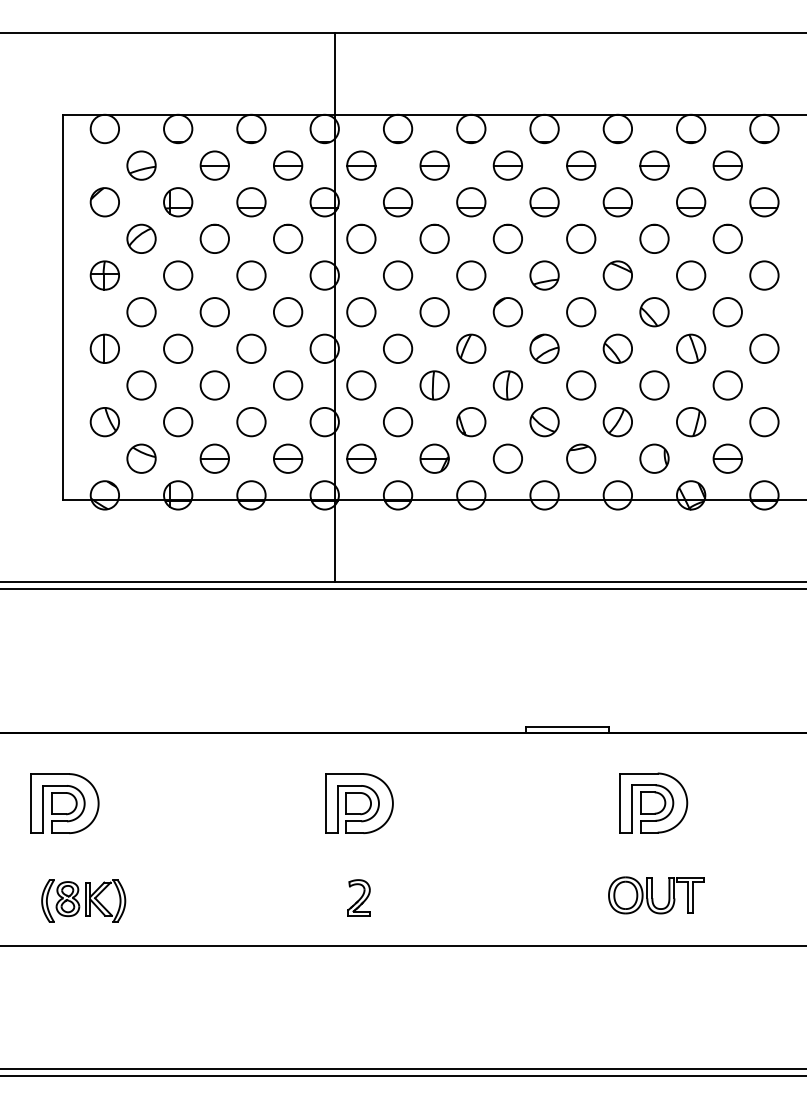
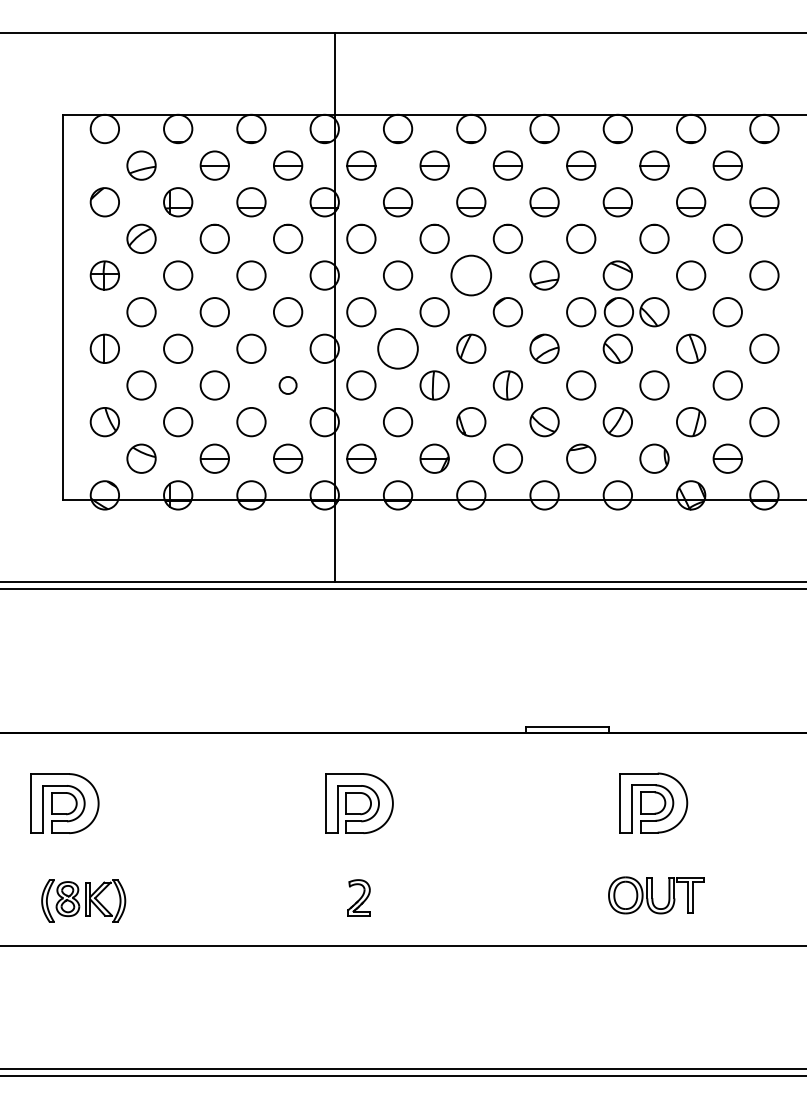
circle at (471, 275) diameter: 28 px -> 40 px
circle at (618, 312): none -> present
circle at (397, 348) diameter: 28 px -> 40 px
circle at (287, 385) diameter: 28 px -> 17 px
